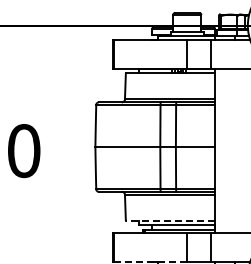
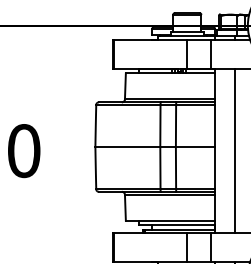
line at (235, 150): none -> present
line at (170, 220): dashed -> solid
line at (150, 261): dashed -> solid
